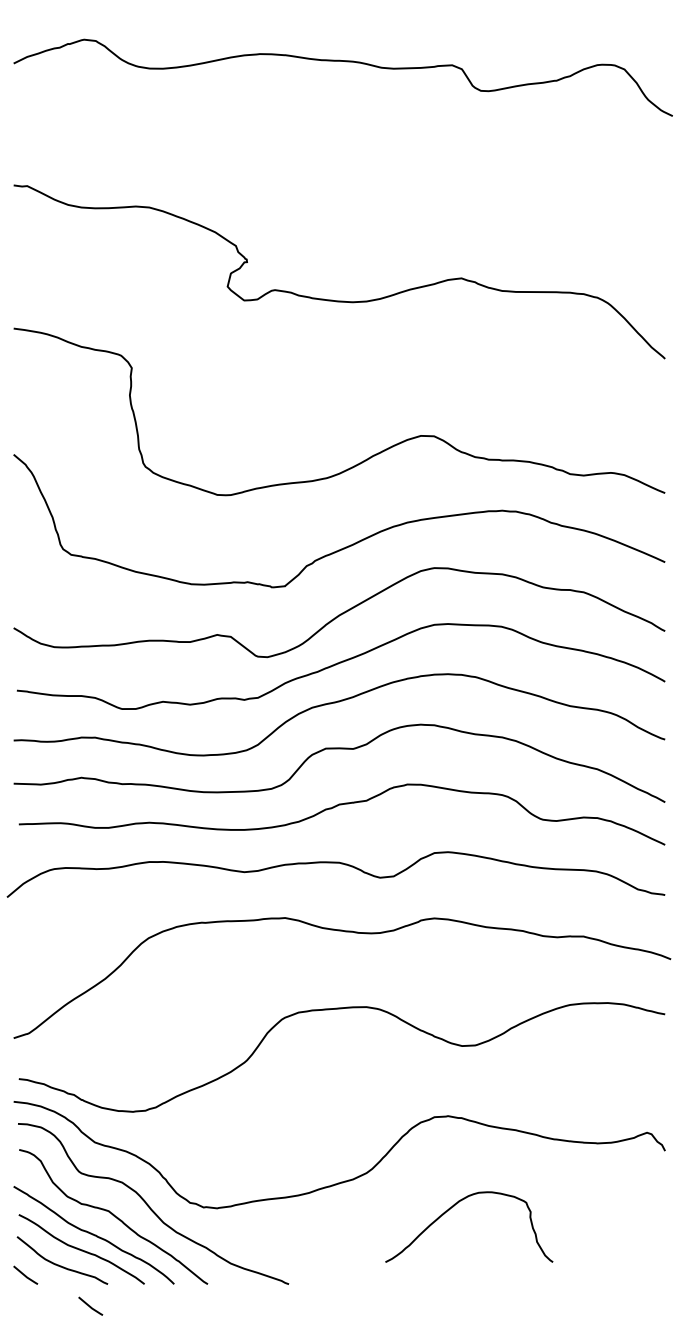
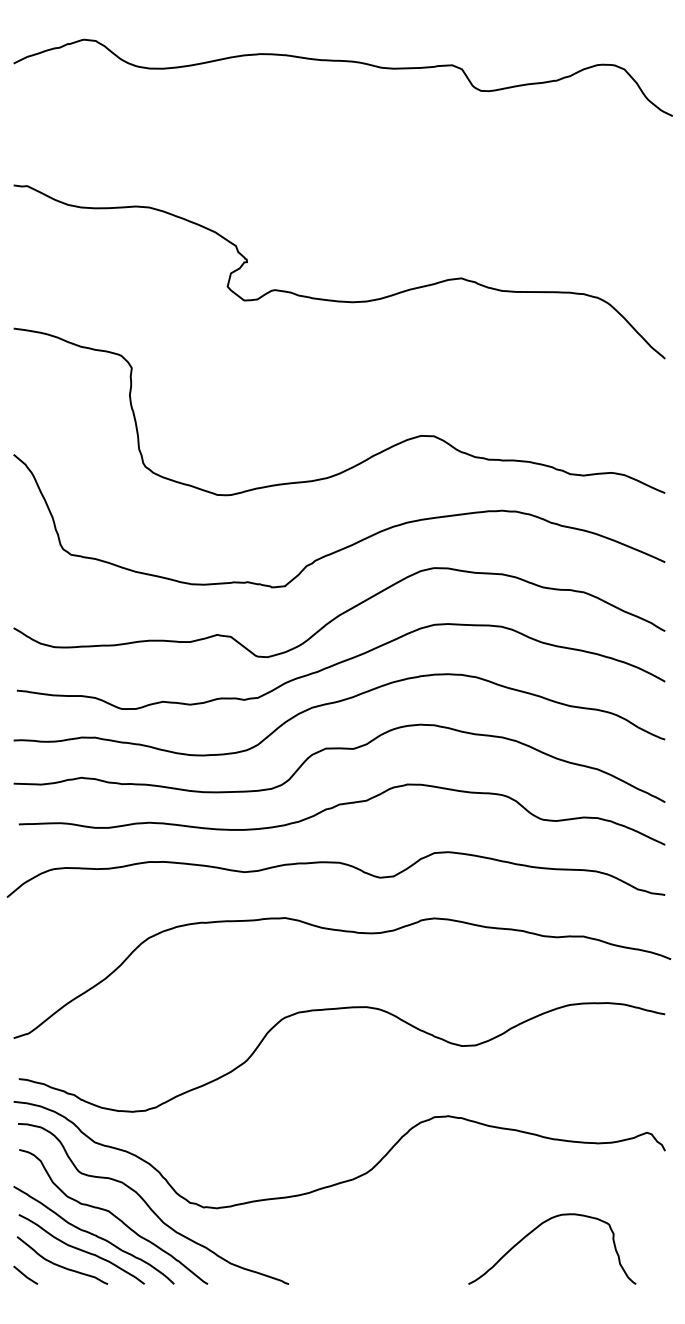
curve at (453, 1207) position: (453, 1207) -> (536, 1229)
line at (90, 1305): present -> none
